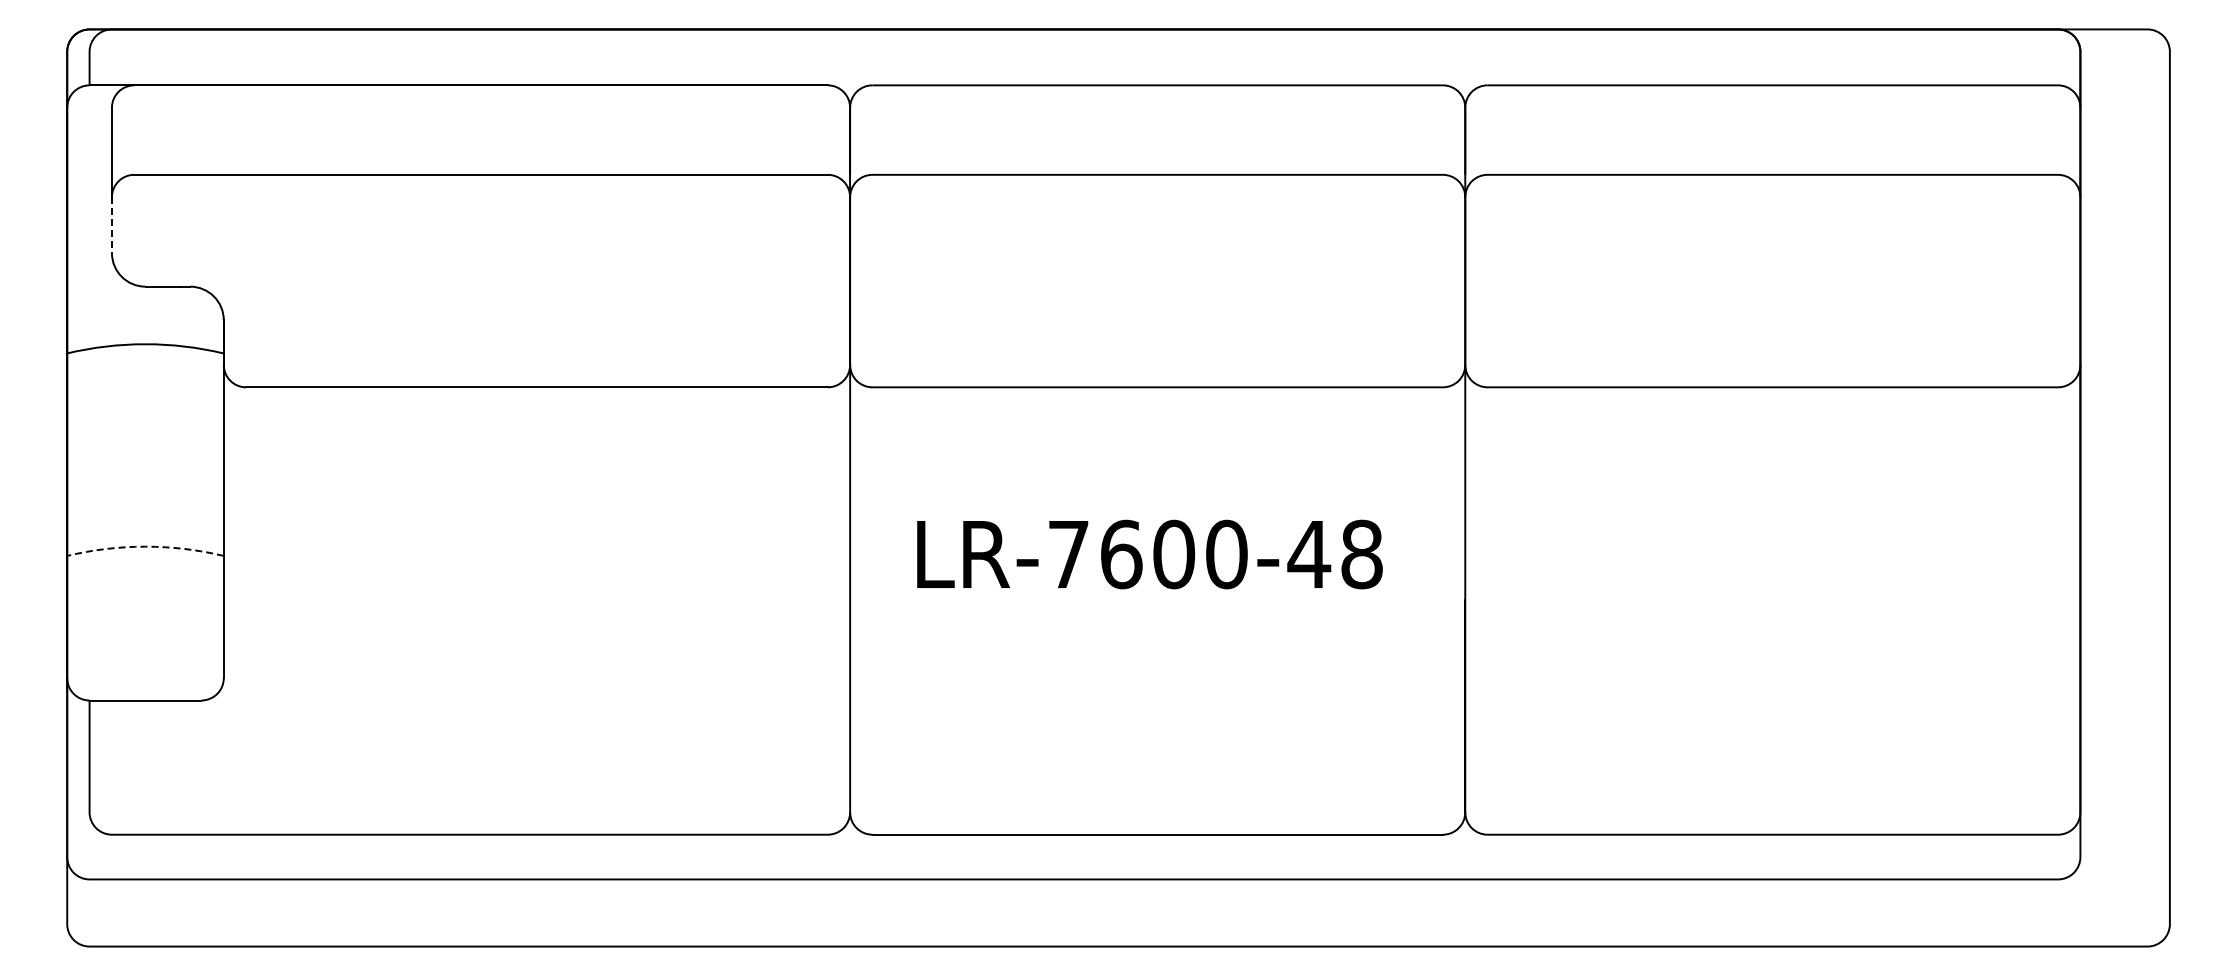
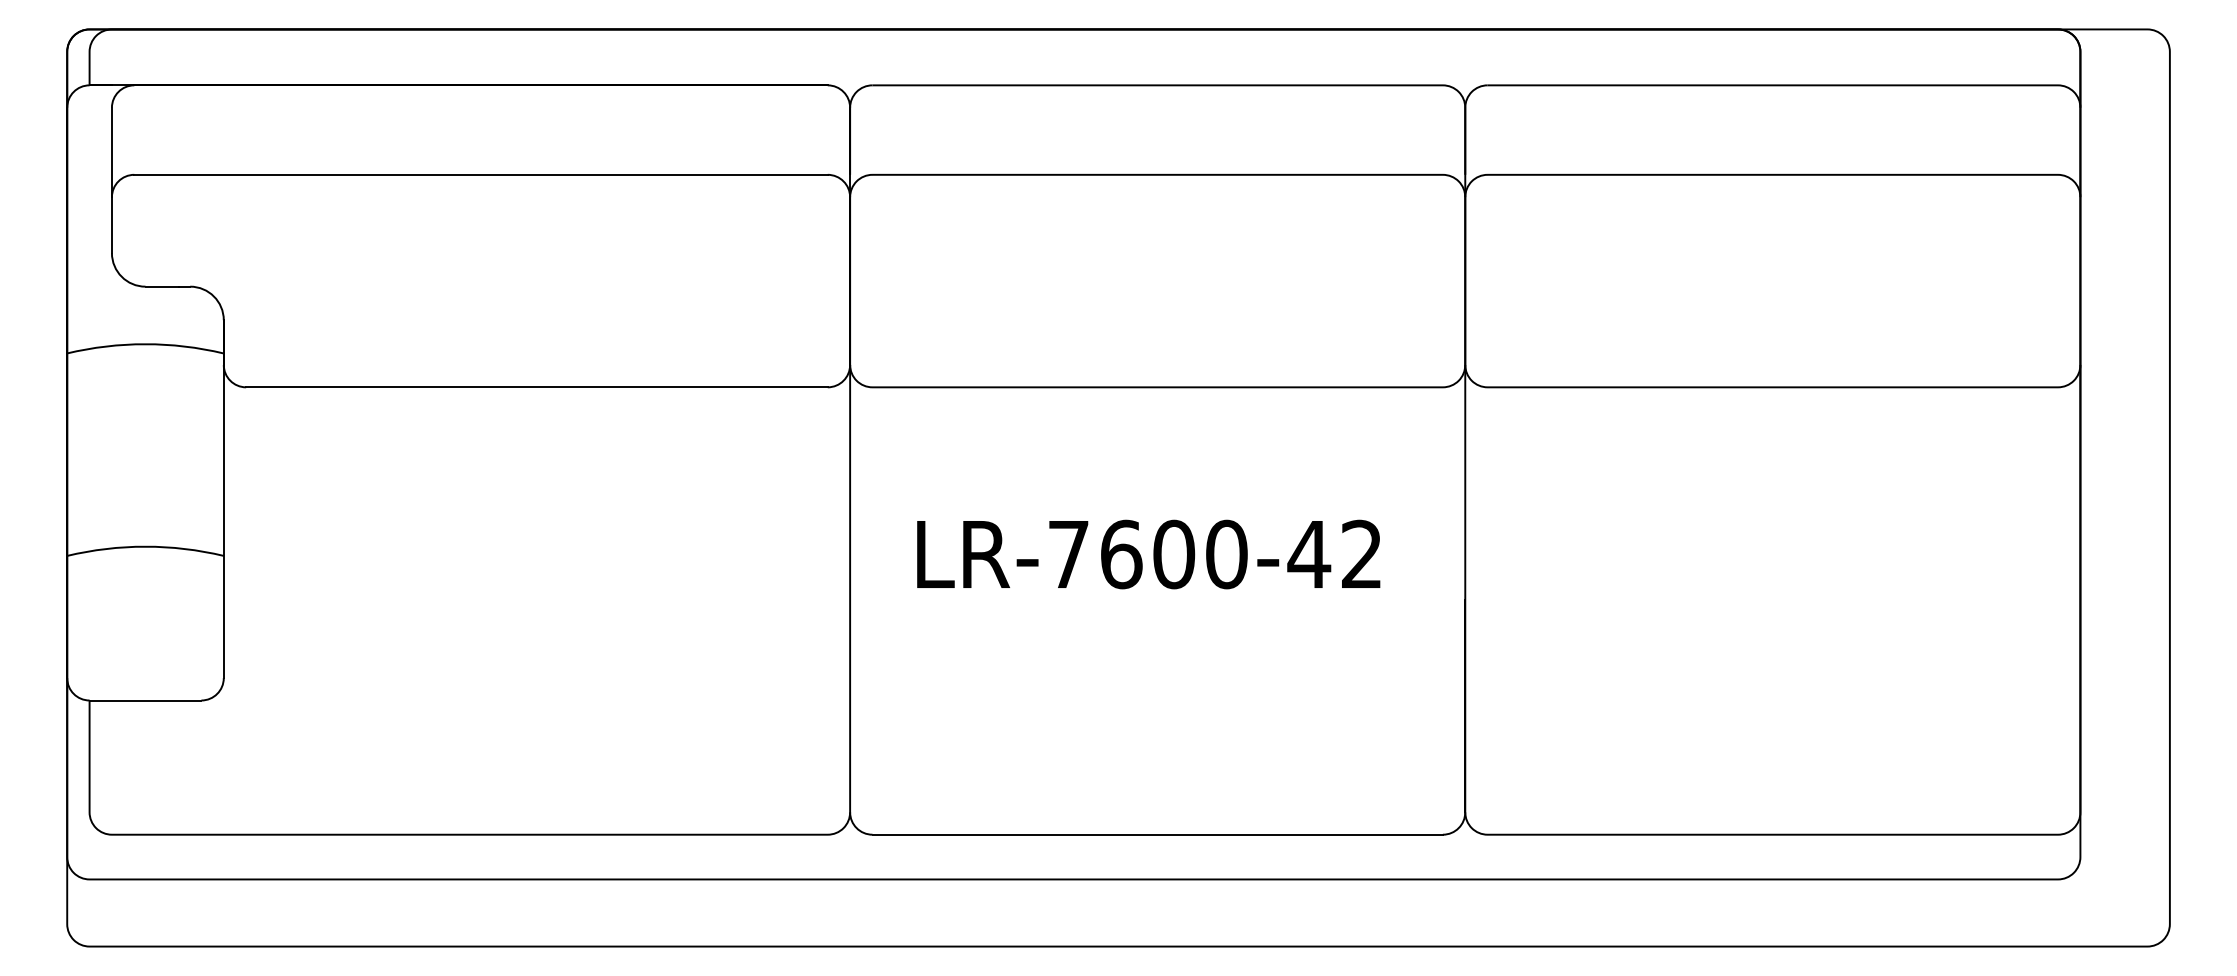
line at (111, 225): dashed -> solid
arc at (145, 546): dashed -> solid
text at (1361, 554): LR-7600-48 -> LR-7600-42
